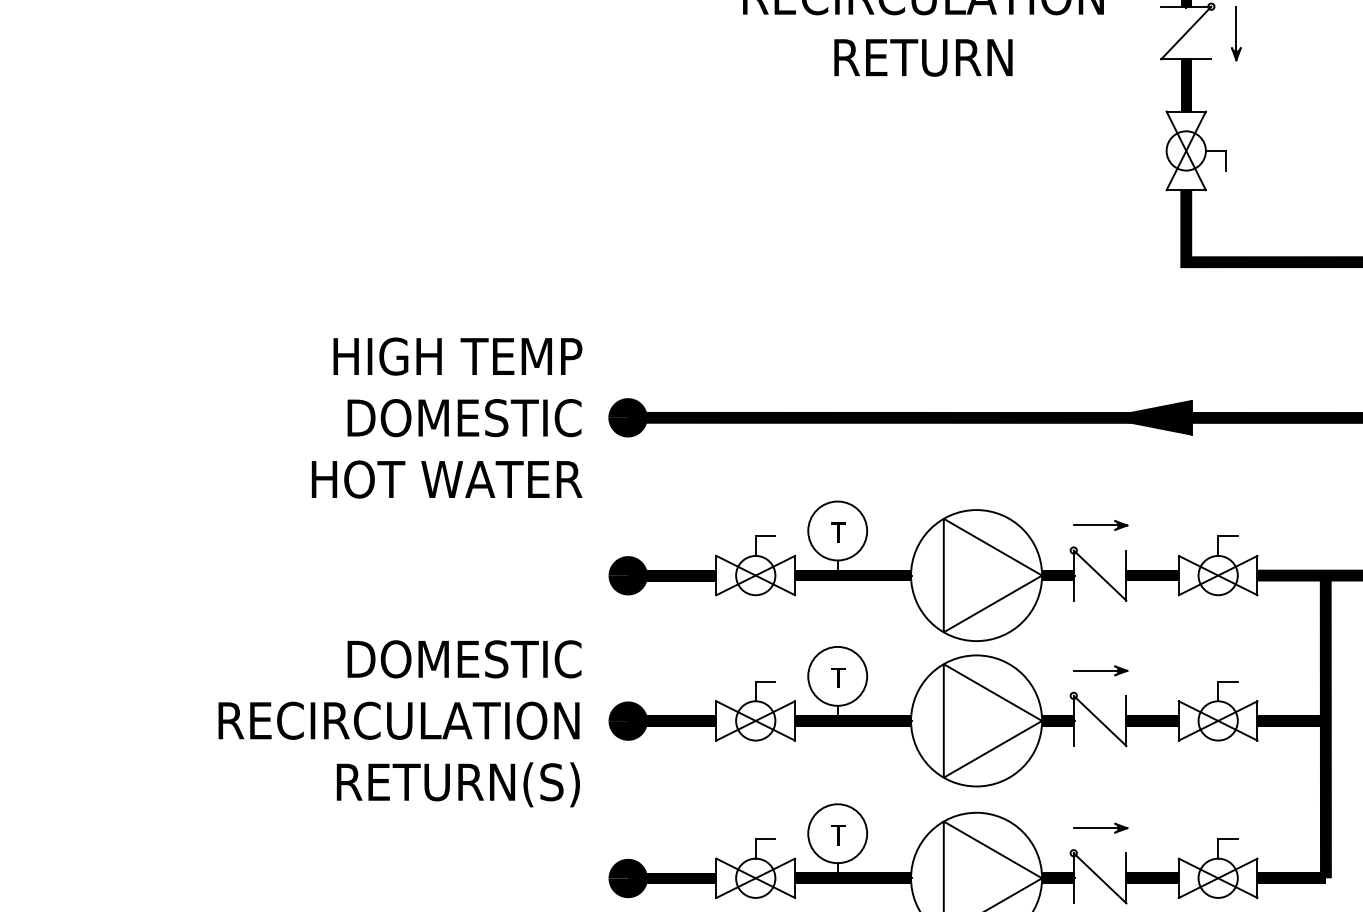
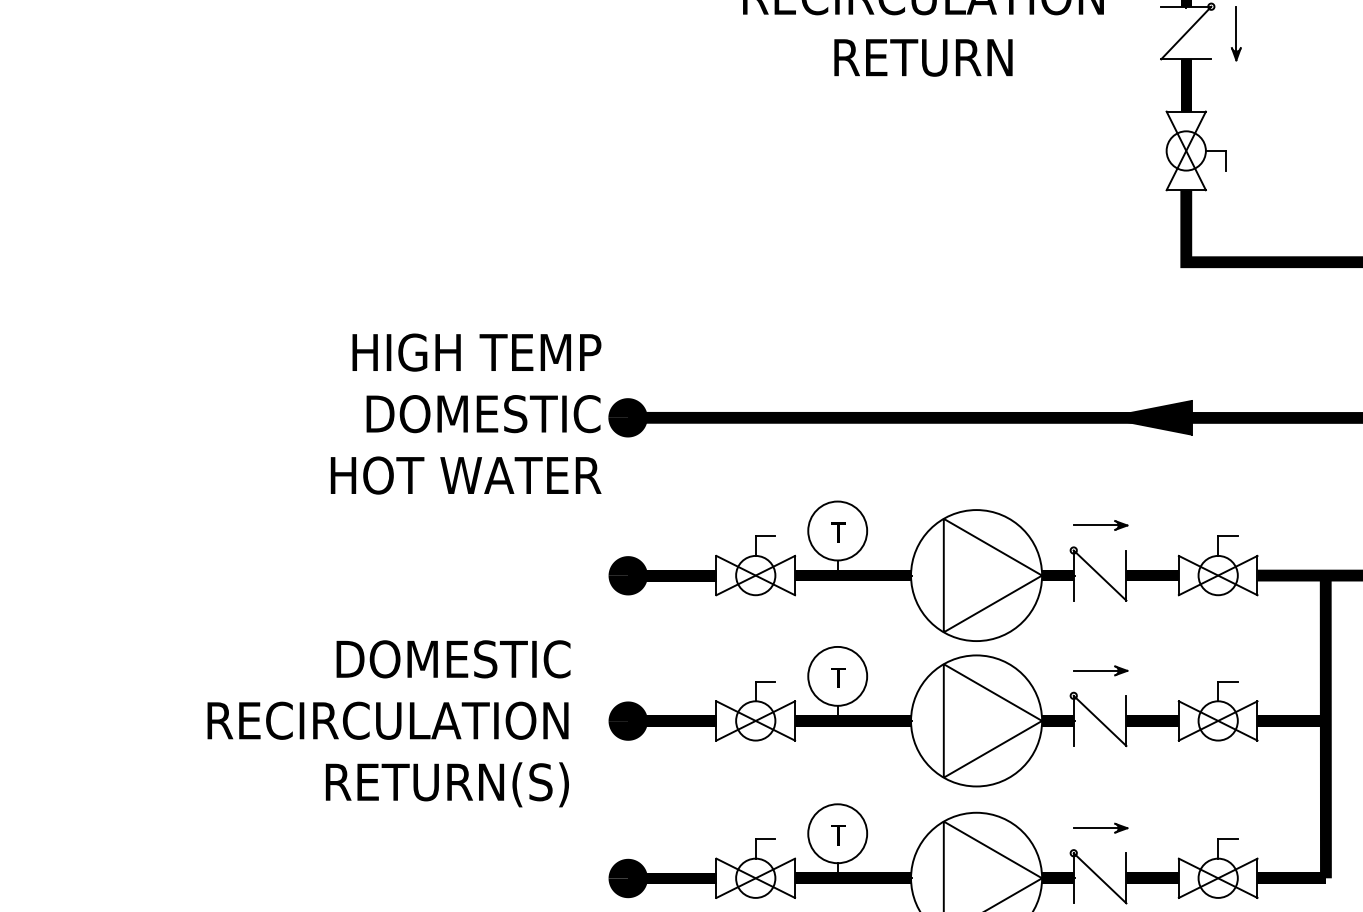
text at (446, 417) position: (446, 417) -> (465, 413)
text at (399, 723) position: (399, 723) -> (388, 723)
